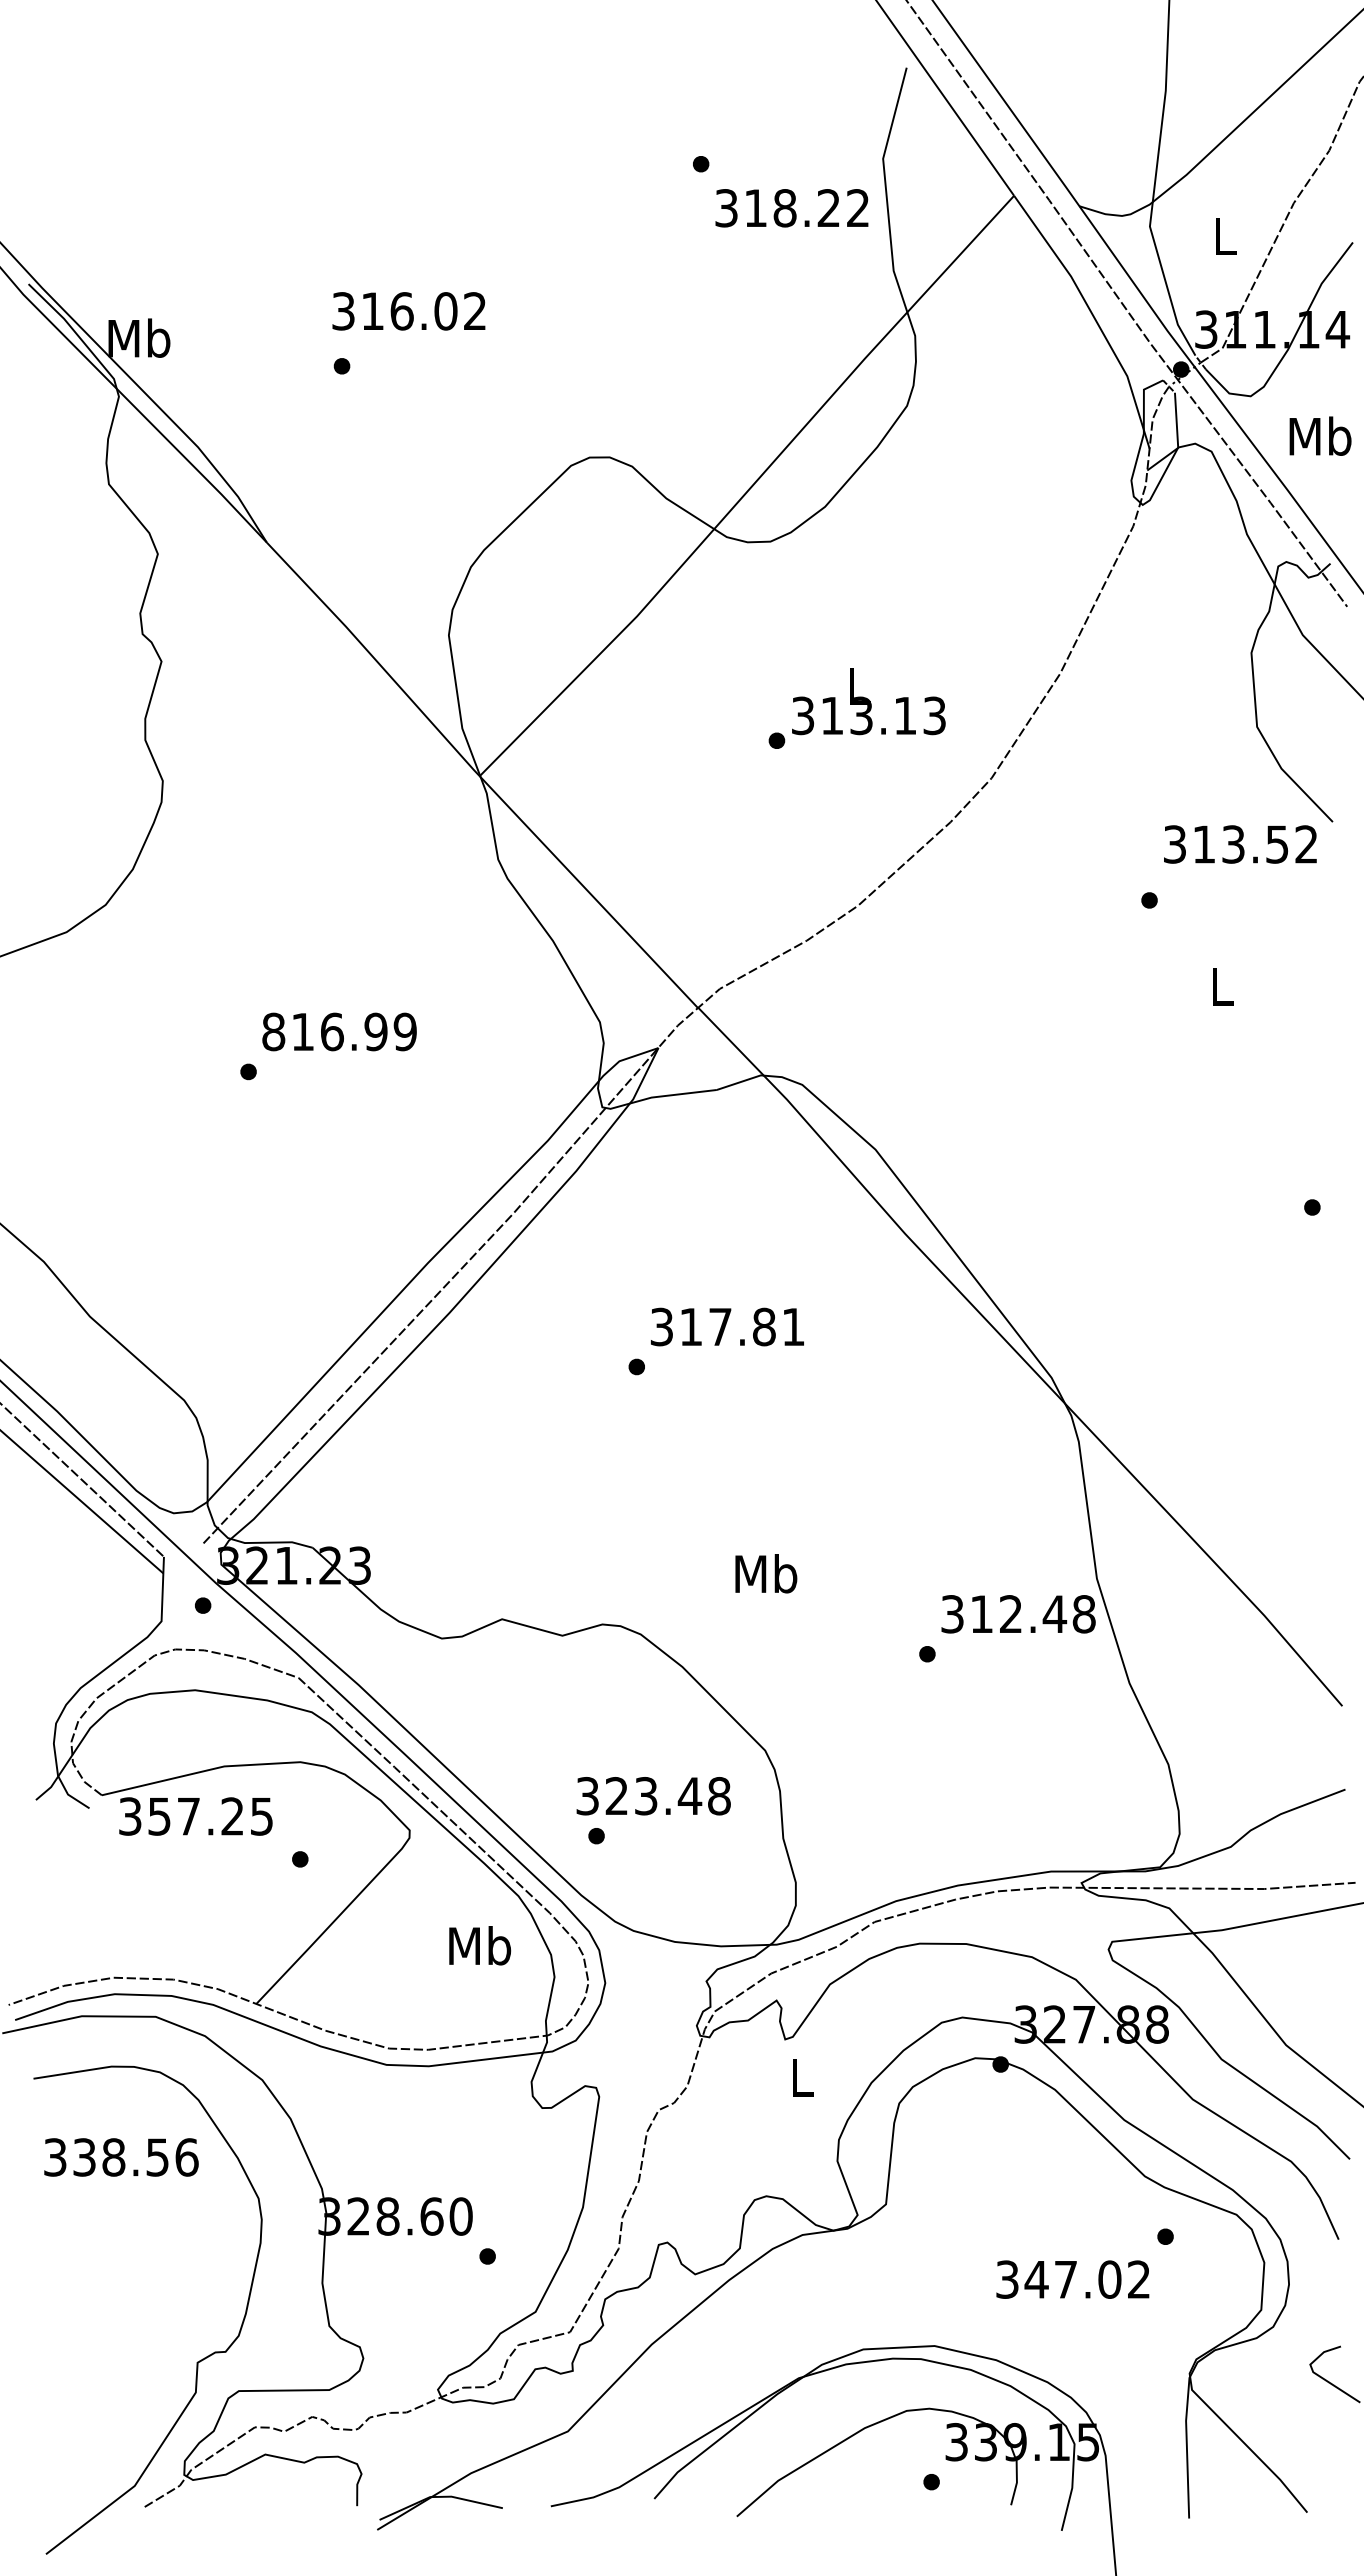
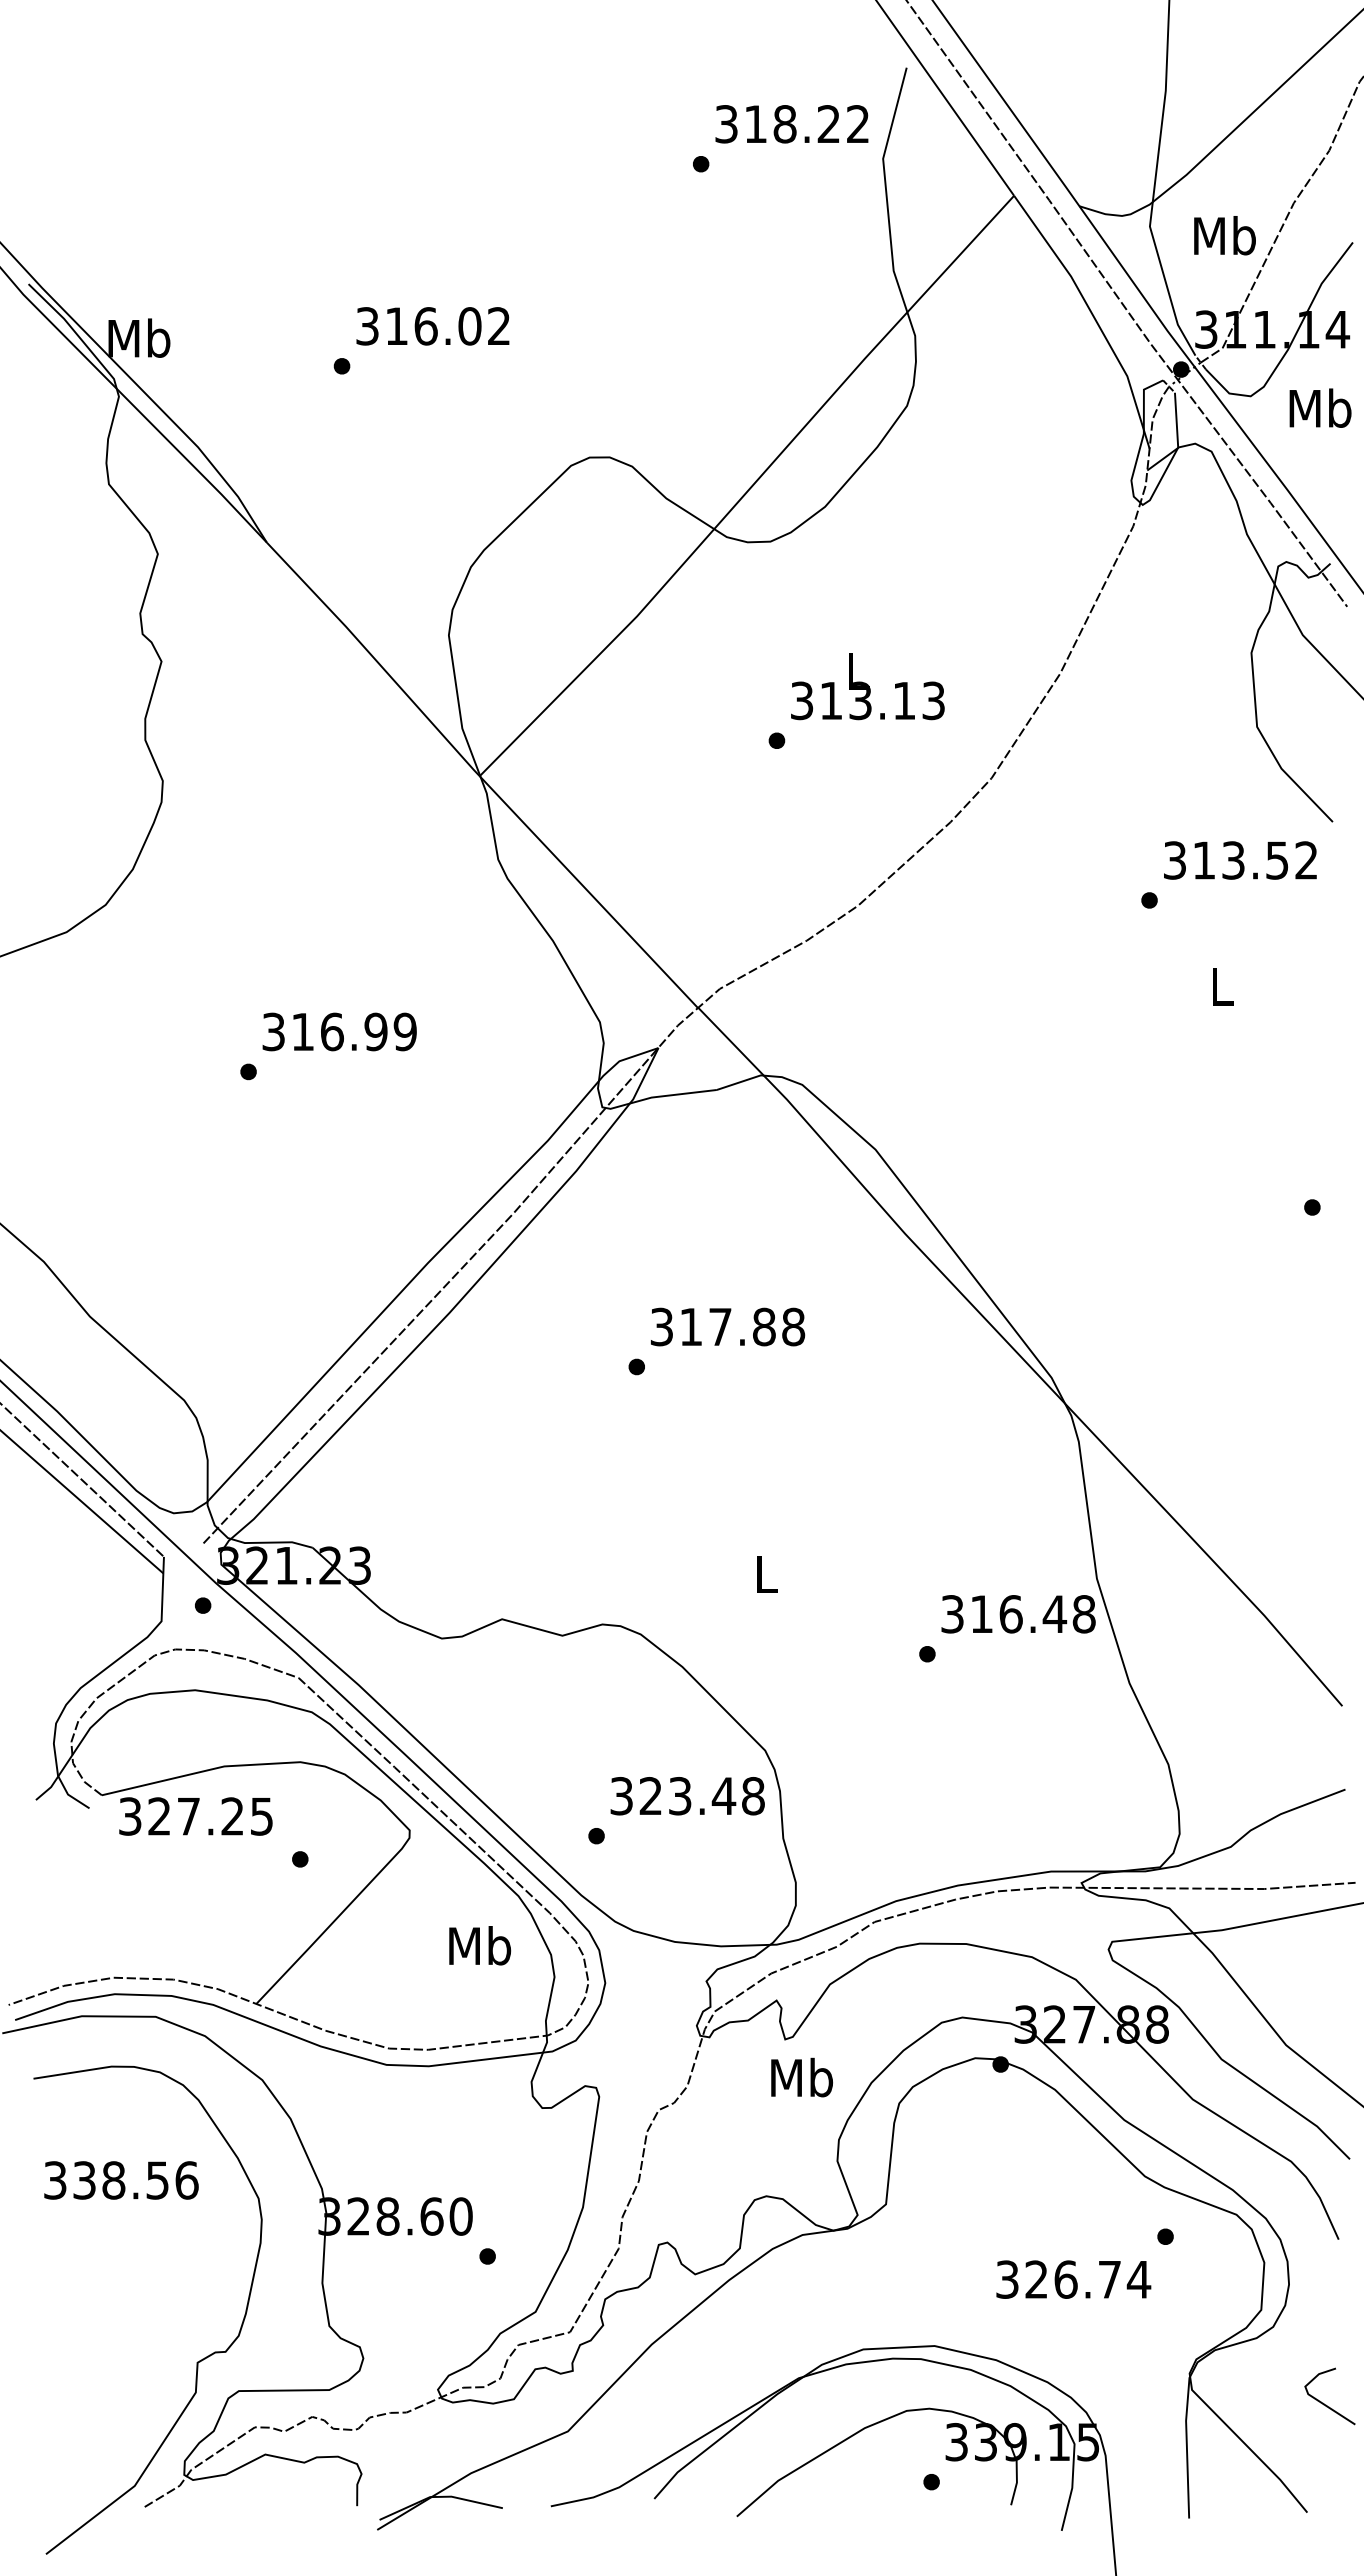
text at (791, 208) position: (791, 208) -> (791, 124)
text at (1224, 235): L -> Mb
text at (408, 311) position: (408, 311) -> (432, 326)
text at (1320, 435) position: (1320, 435) -> (1320, 407)
text at (868, 701) position: (868, 701) -> (867, 686)
text at (1240, 844) position: (1240, 844) -> (1240, 860)
text at (273, 1031): 816.99 -> 316.99
text at (793, 1326): 317.81 -> 317.88
text at (766, 1573): Mb -> L
text at (1010, 1614): 312.48 -> 316.48
text at (653, 1796) position: (653, 1796) -> (687, 1796)
text at (159, 1816): 357.25 -> 327.25
text at (802, 2077): L -> Mb
text at (121, 2157) position: (121, 2157) -> (121, 2180)
text at (1087, 2279): 347.02 -> 326.74
line at (1328, 2380) position: (1328, 2380) -> (1323, 2402)
